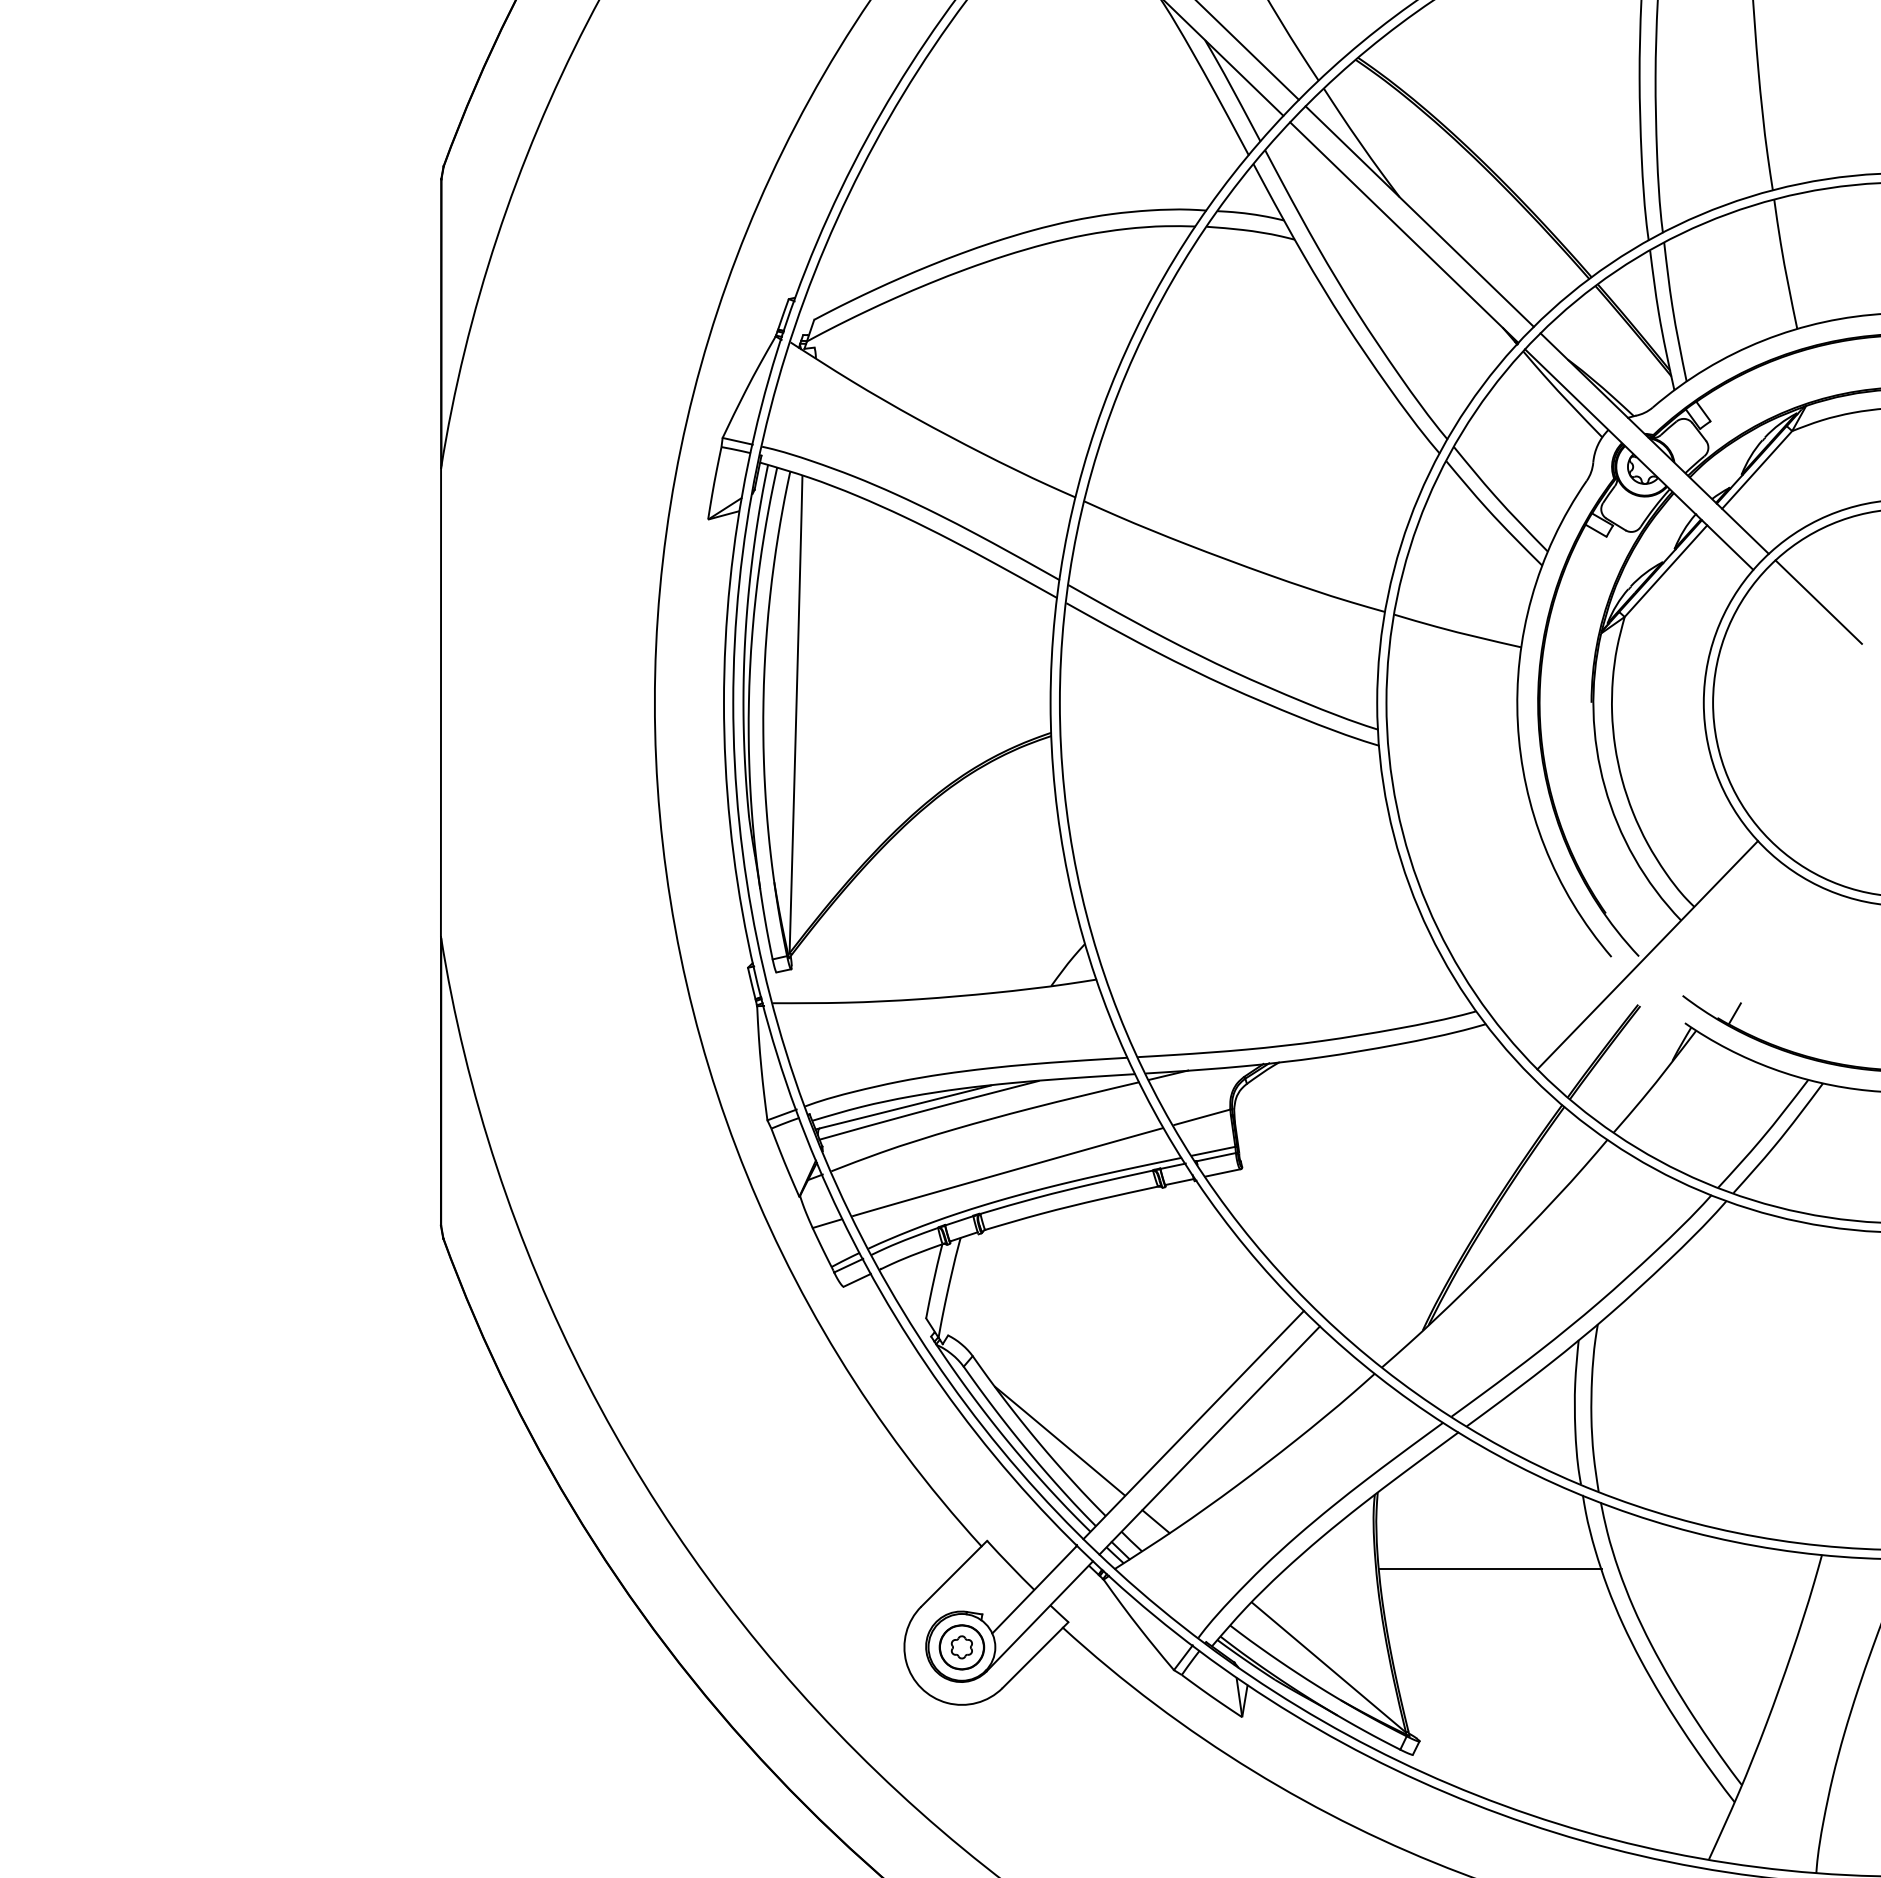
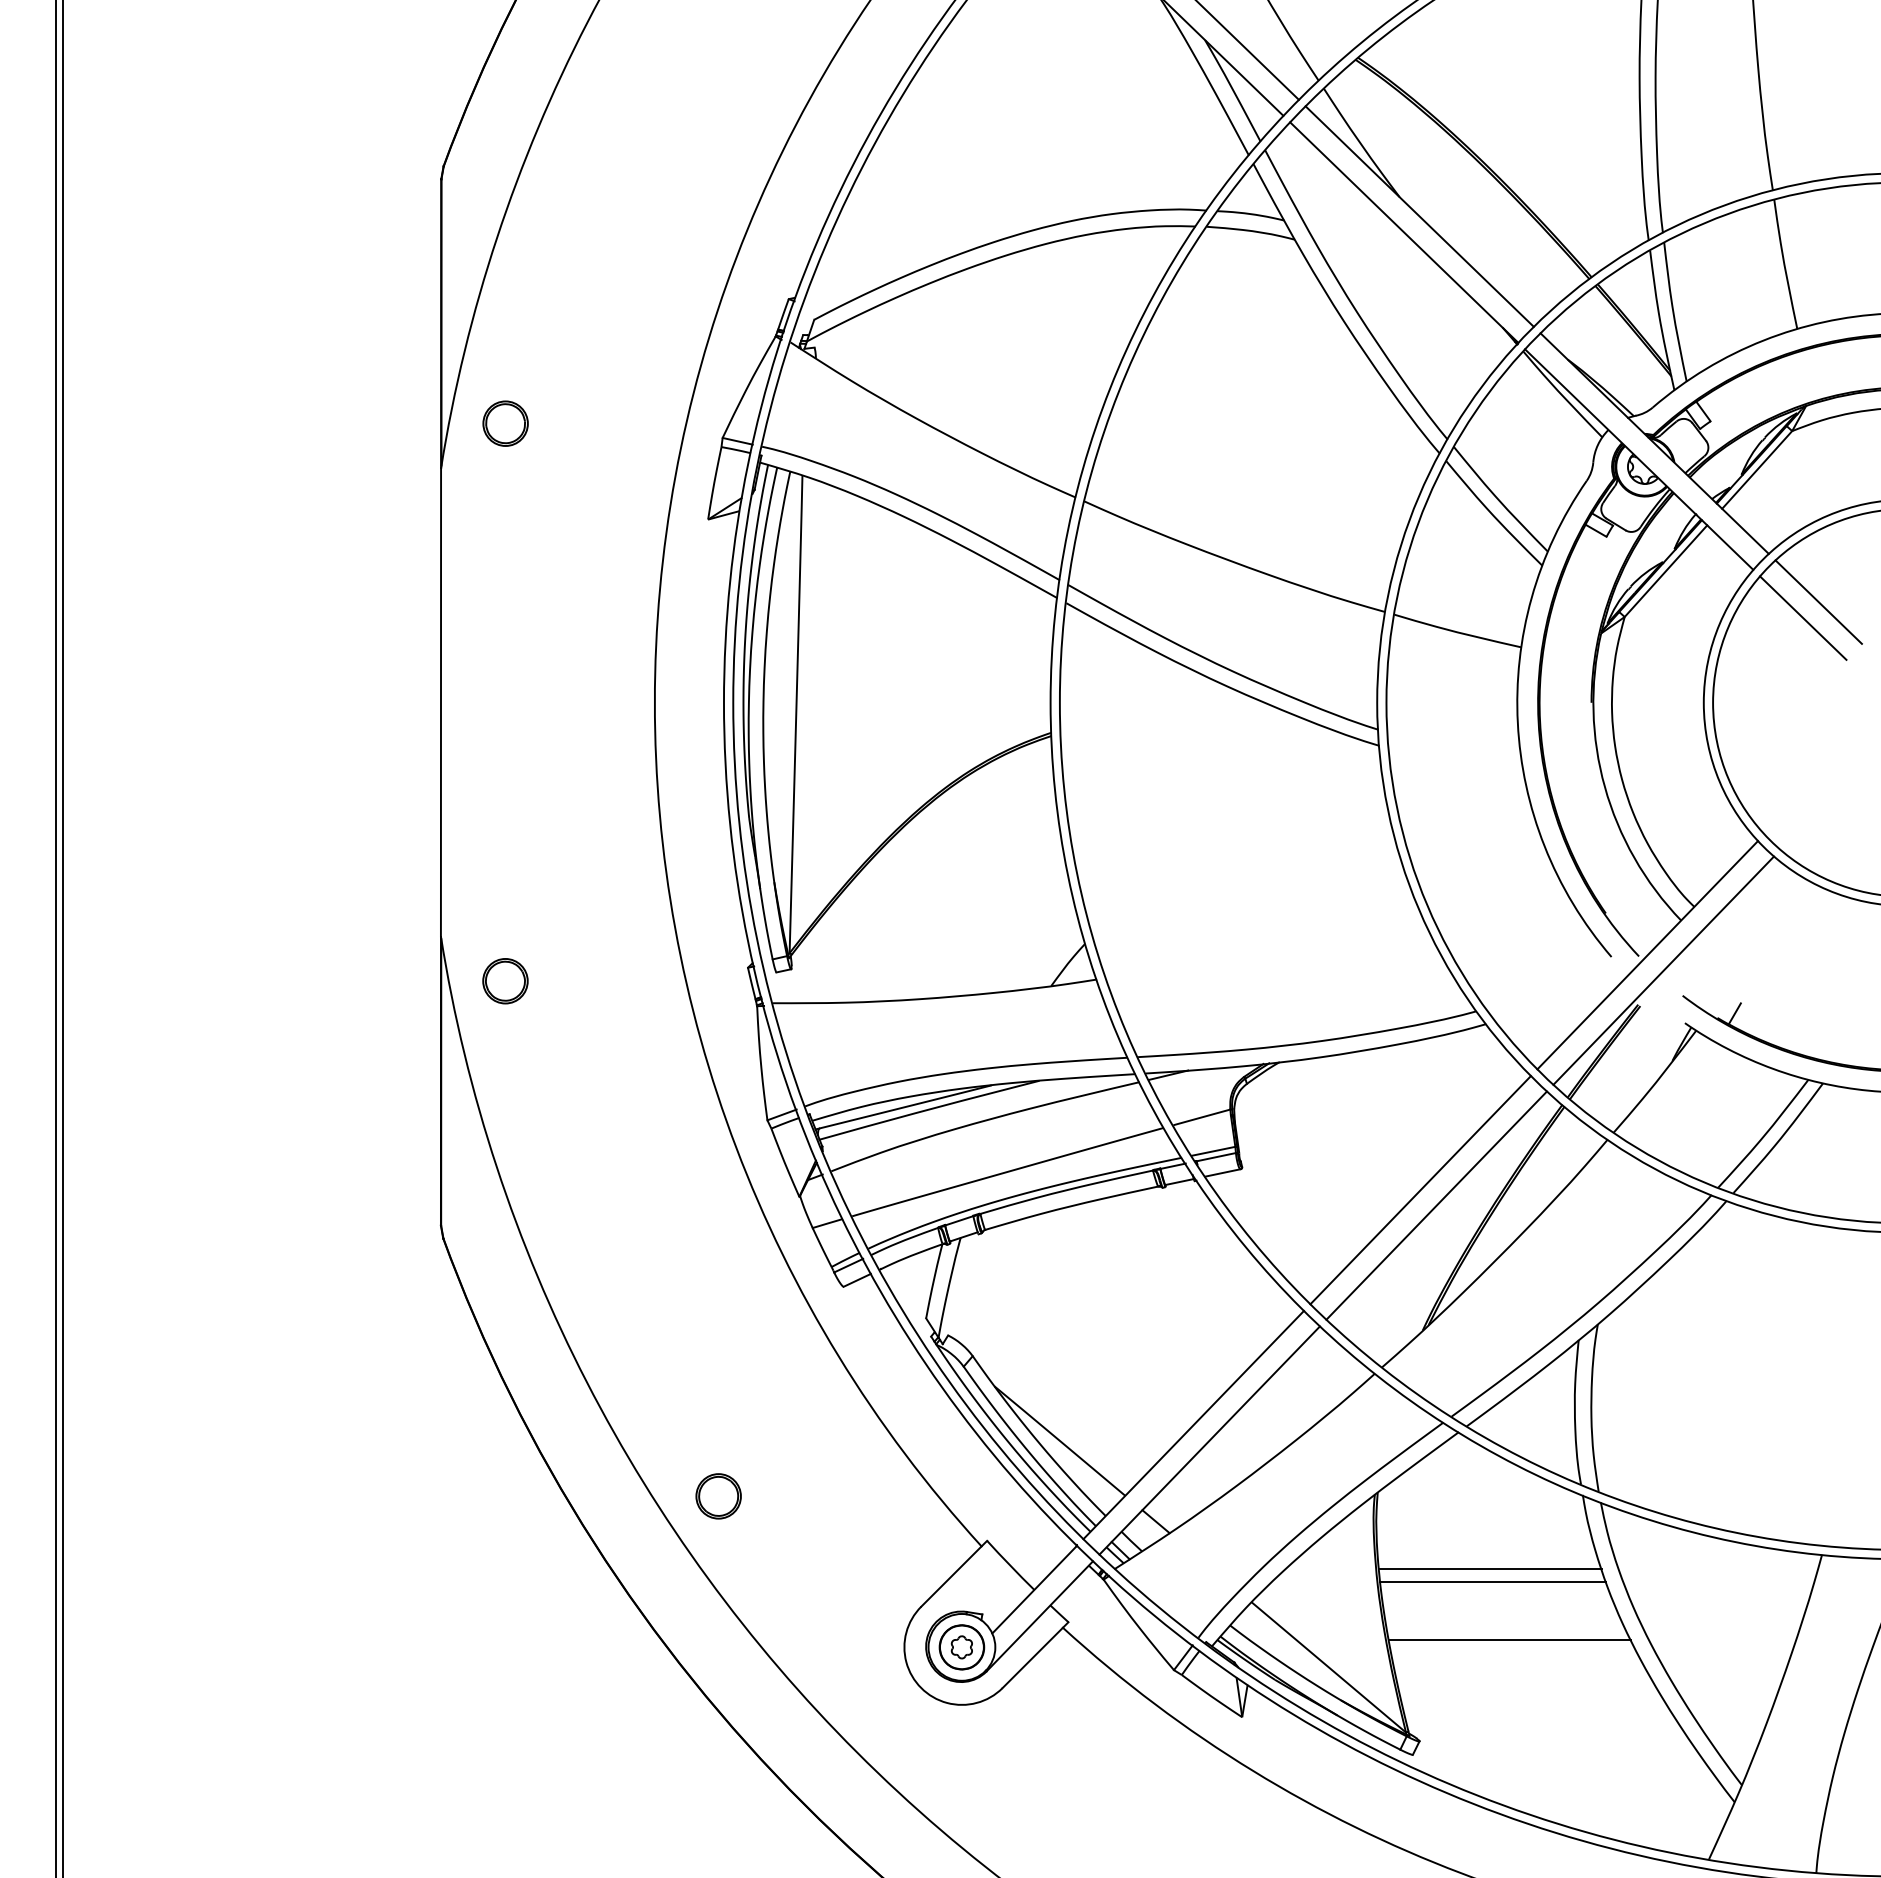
part at (505, 423): none -> present
line at (1803, 617): none -> present
line at (56, 938): none -> present
line at (62, 938): none -> present
line at (1663, 970): none -> present
part at (505, 981): none -> present
line at (1420, 1190): none -> present
line at (1436, 1205): none -> present
part at (718, 1496): none -> present
line at (1492, 1582): none -> present
line at (1509, 1639): none -> present
